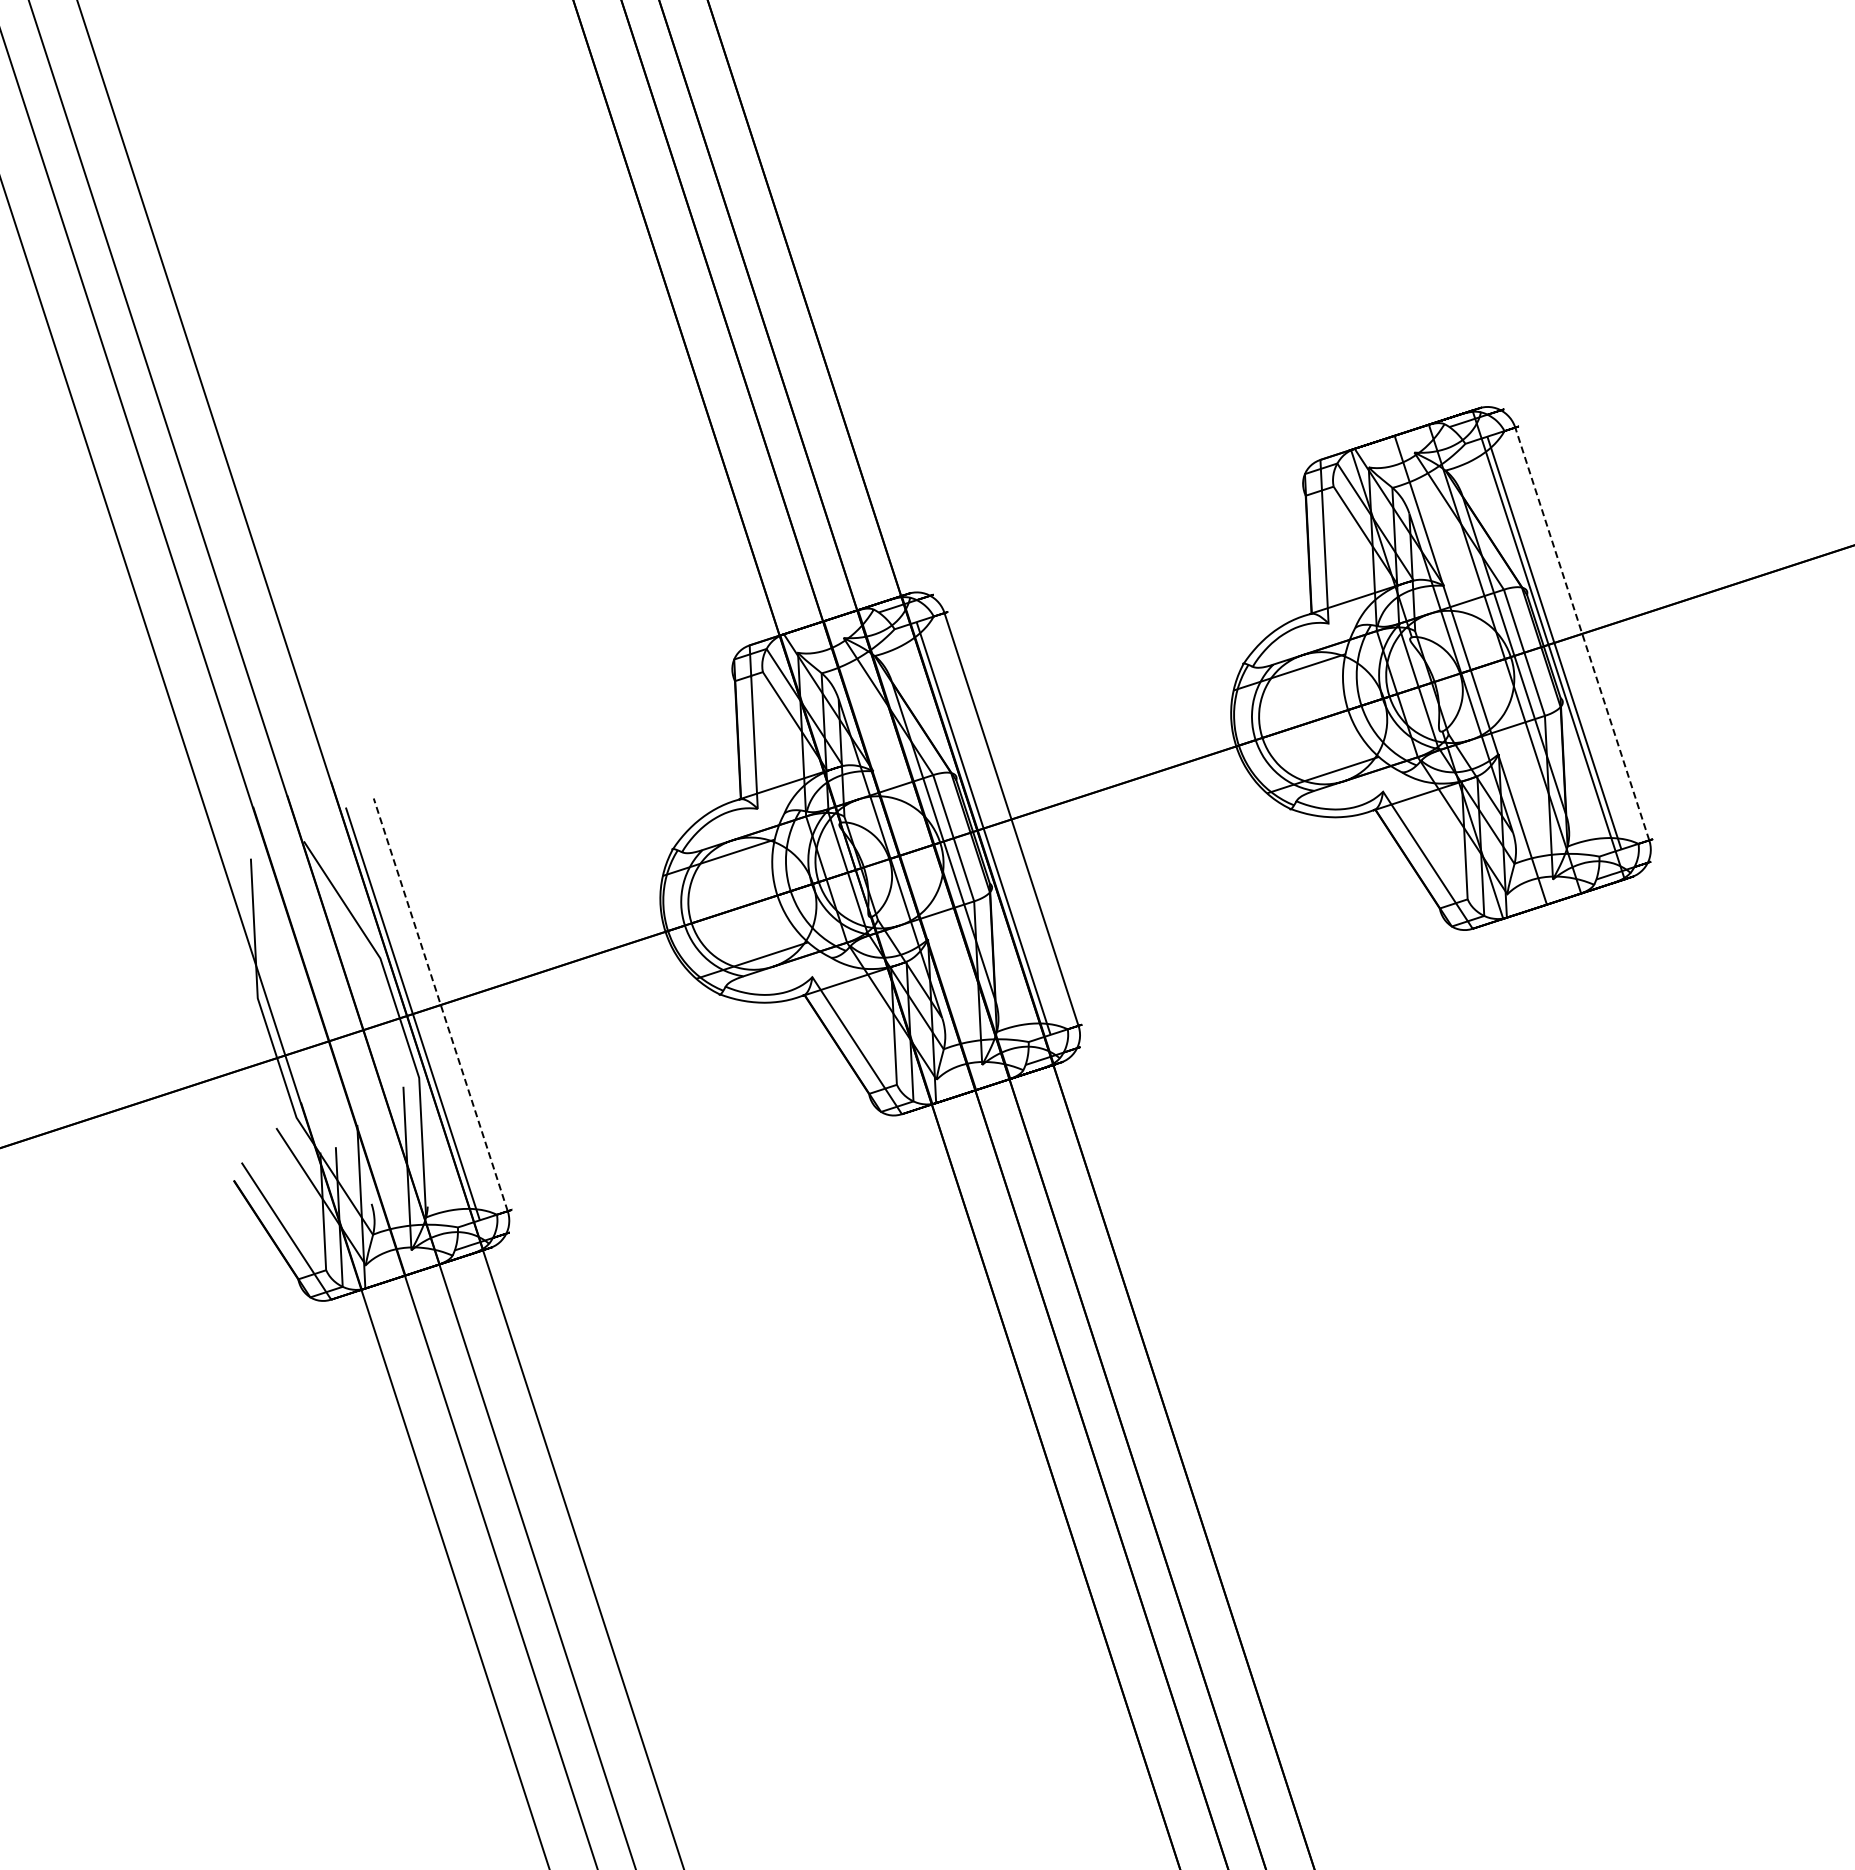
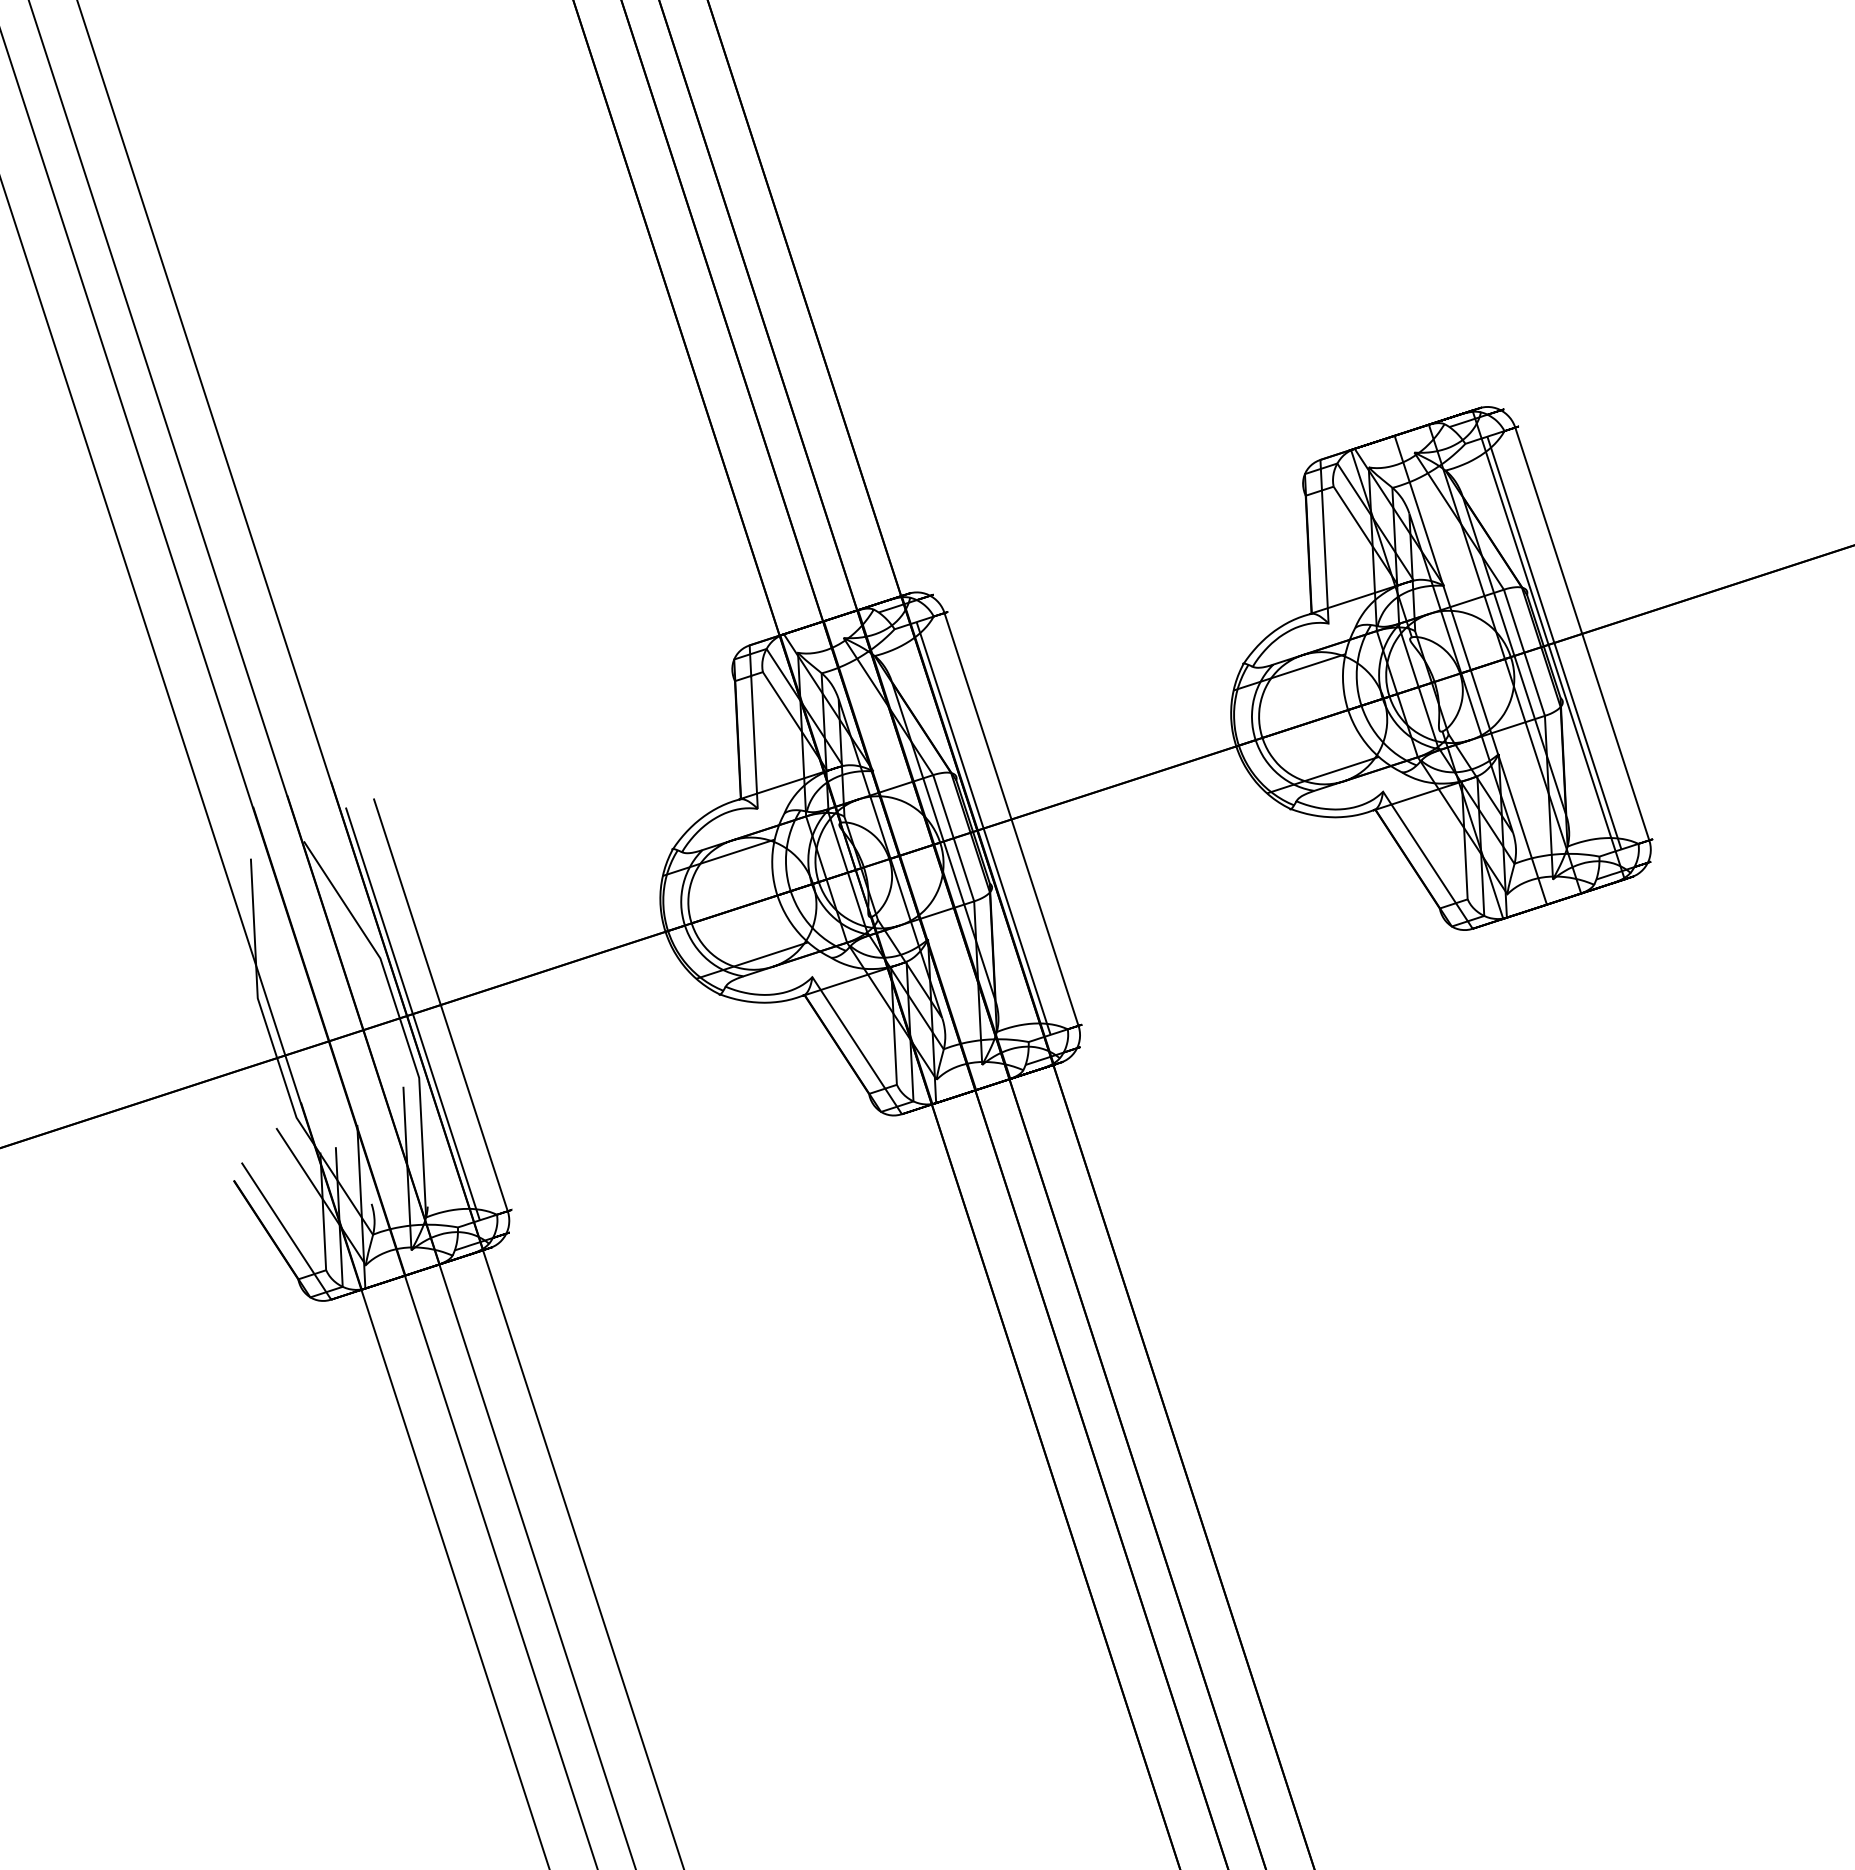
line at (1582, 634): dashed -> solid
line at (440, 1004): dashed -> solid
